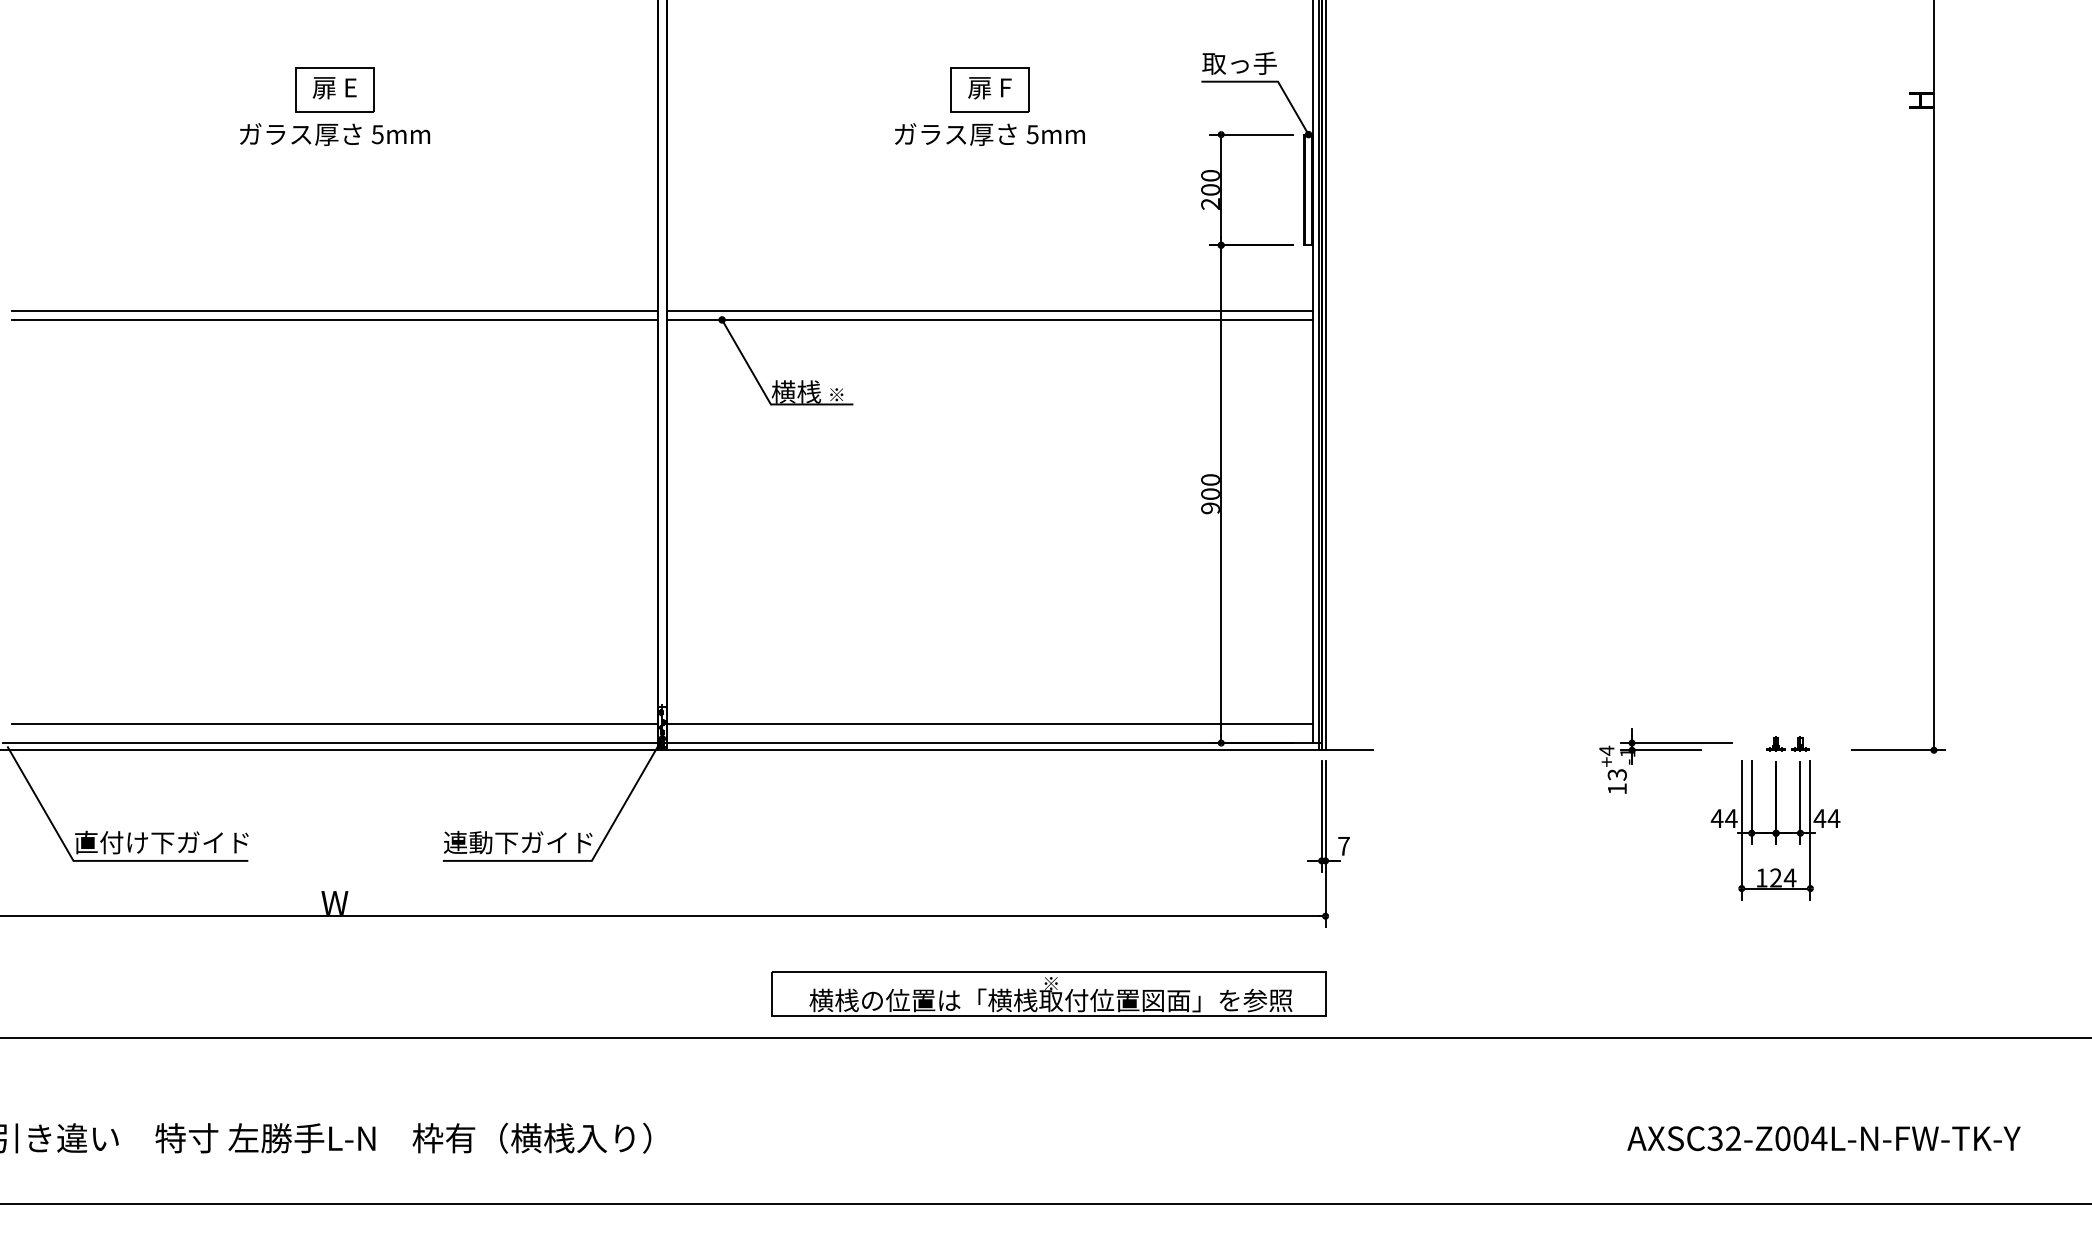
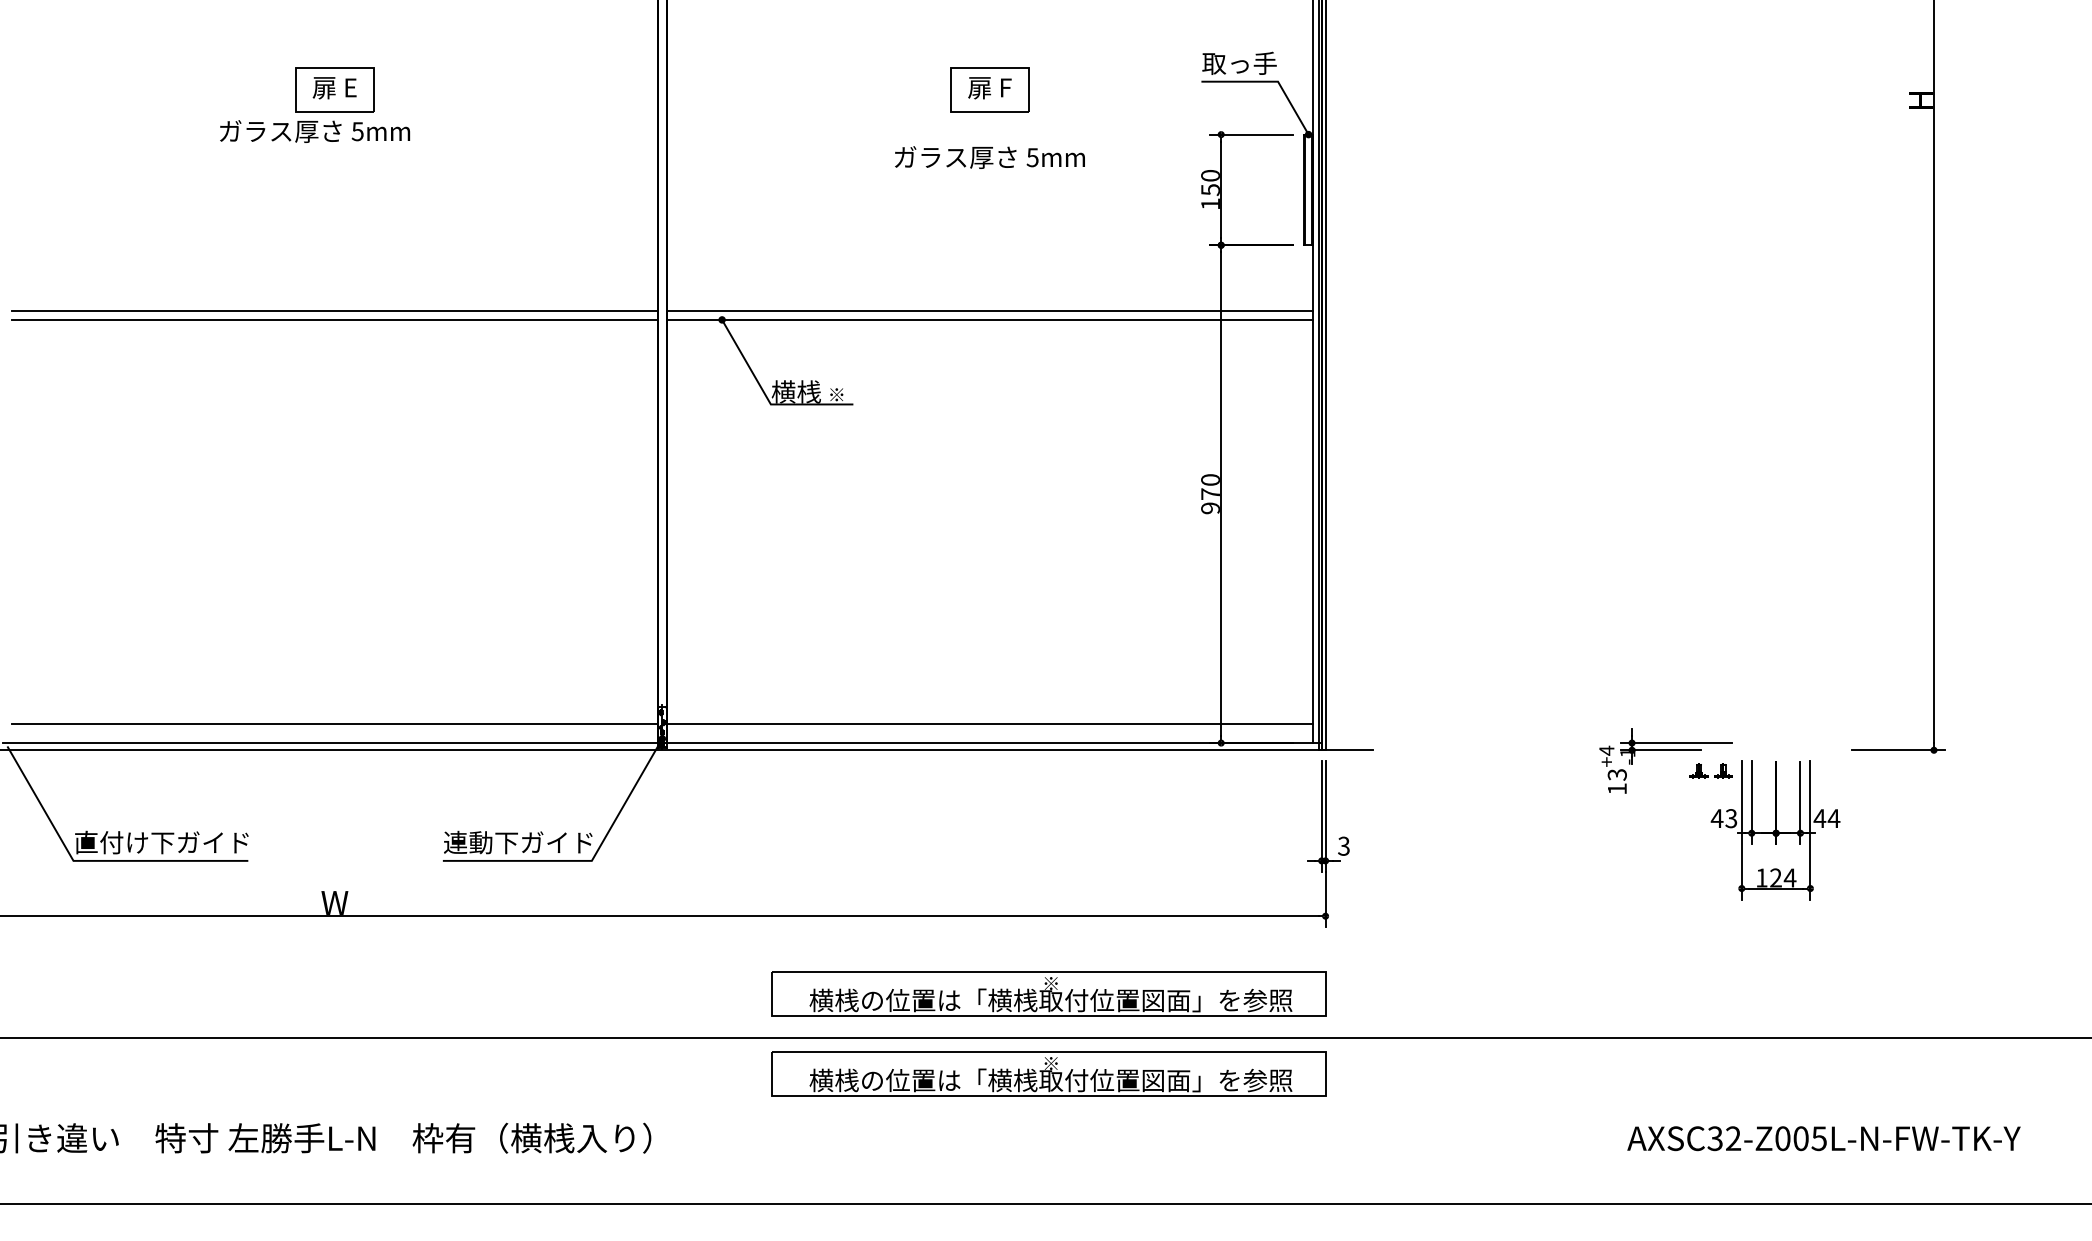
text at (335, 134) position: (335, 134) -> (315, 131)
text at (989, 134) position: (989, 134) -> (989, 157)
text at (1210, 196): 200 -> 150
text at (1210, 493): 900 -> 970
part at (1787, 743) position: (1787, 743) -> (1710, 770)
text at (1731, 818): 44 -> 43
text at (1343, 845): 7 -> 3
part at (1048, 1073): none -> present
text at (1819, 1138): AXSC32-Z004L-N-FW-TK-Y -> AXSC32-Z005L-N-FW-TK-Y
